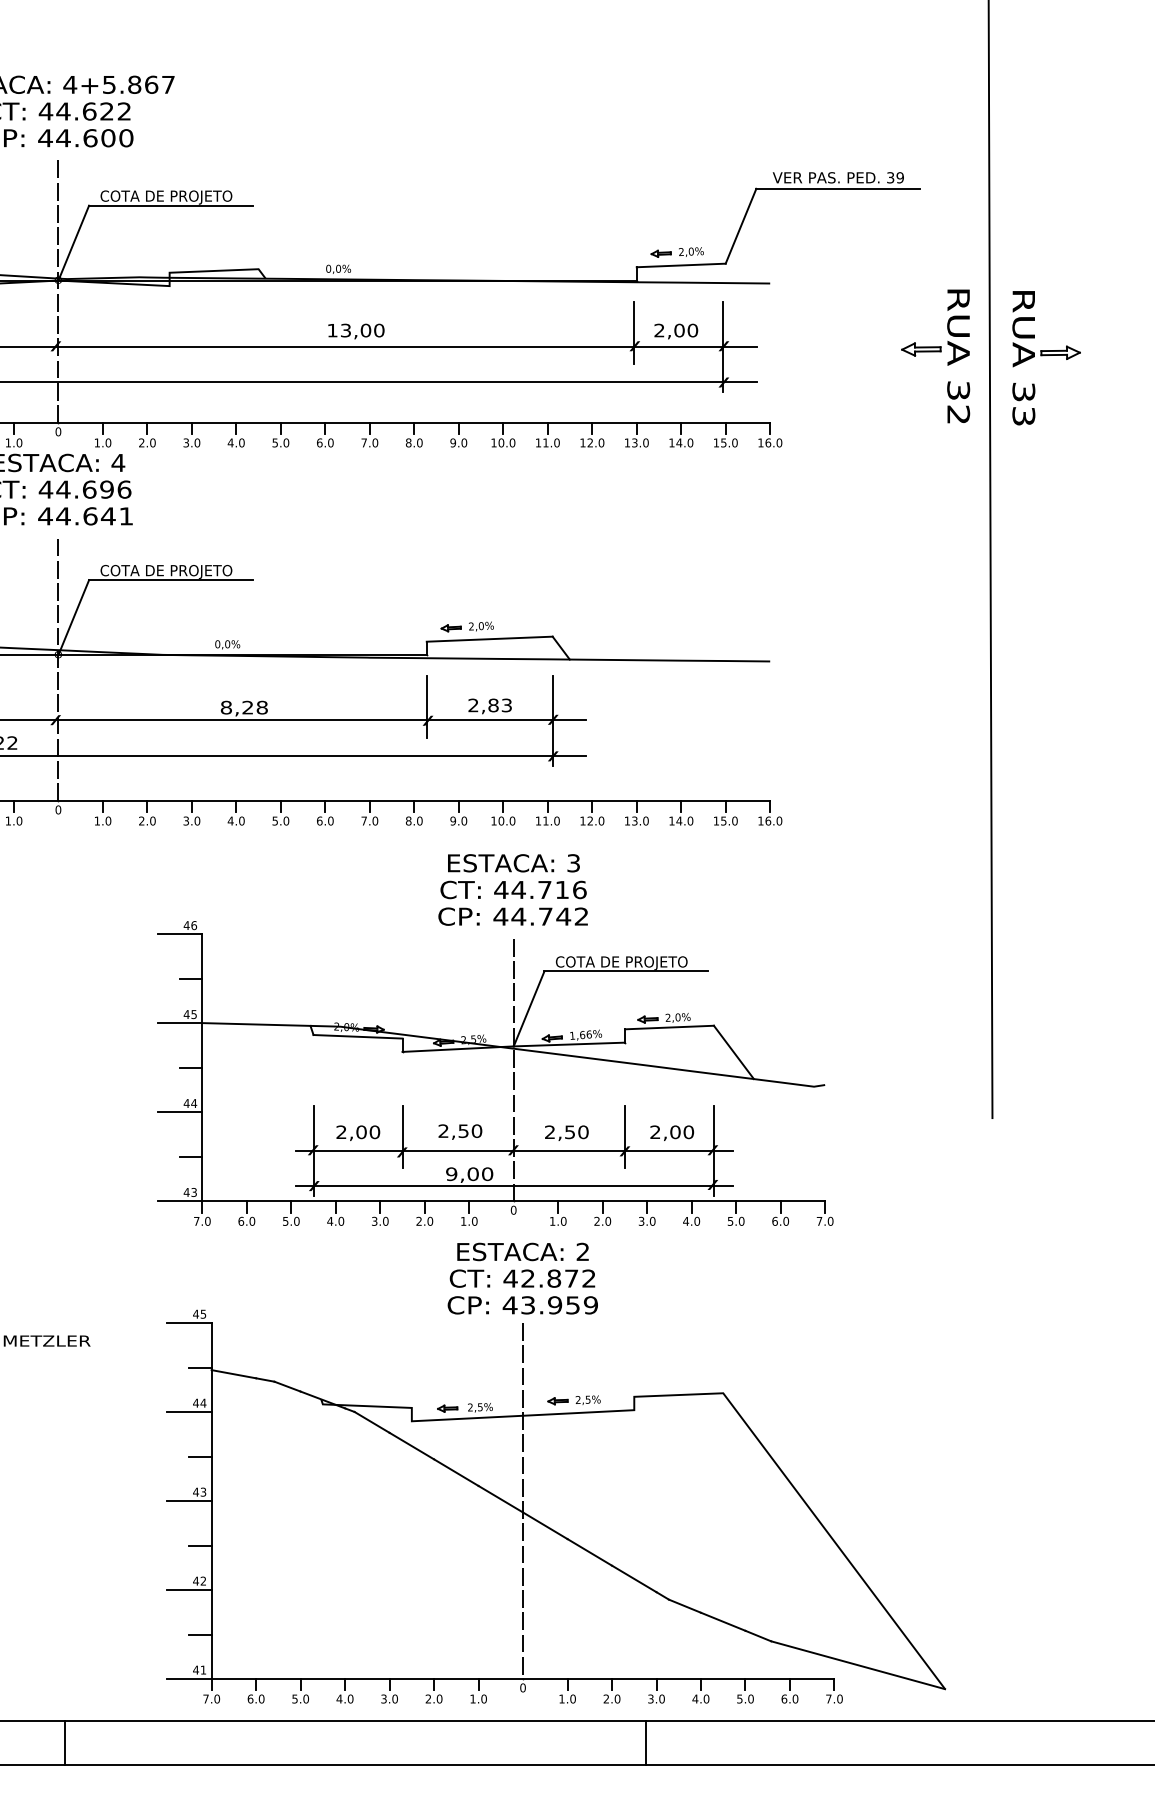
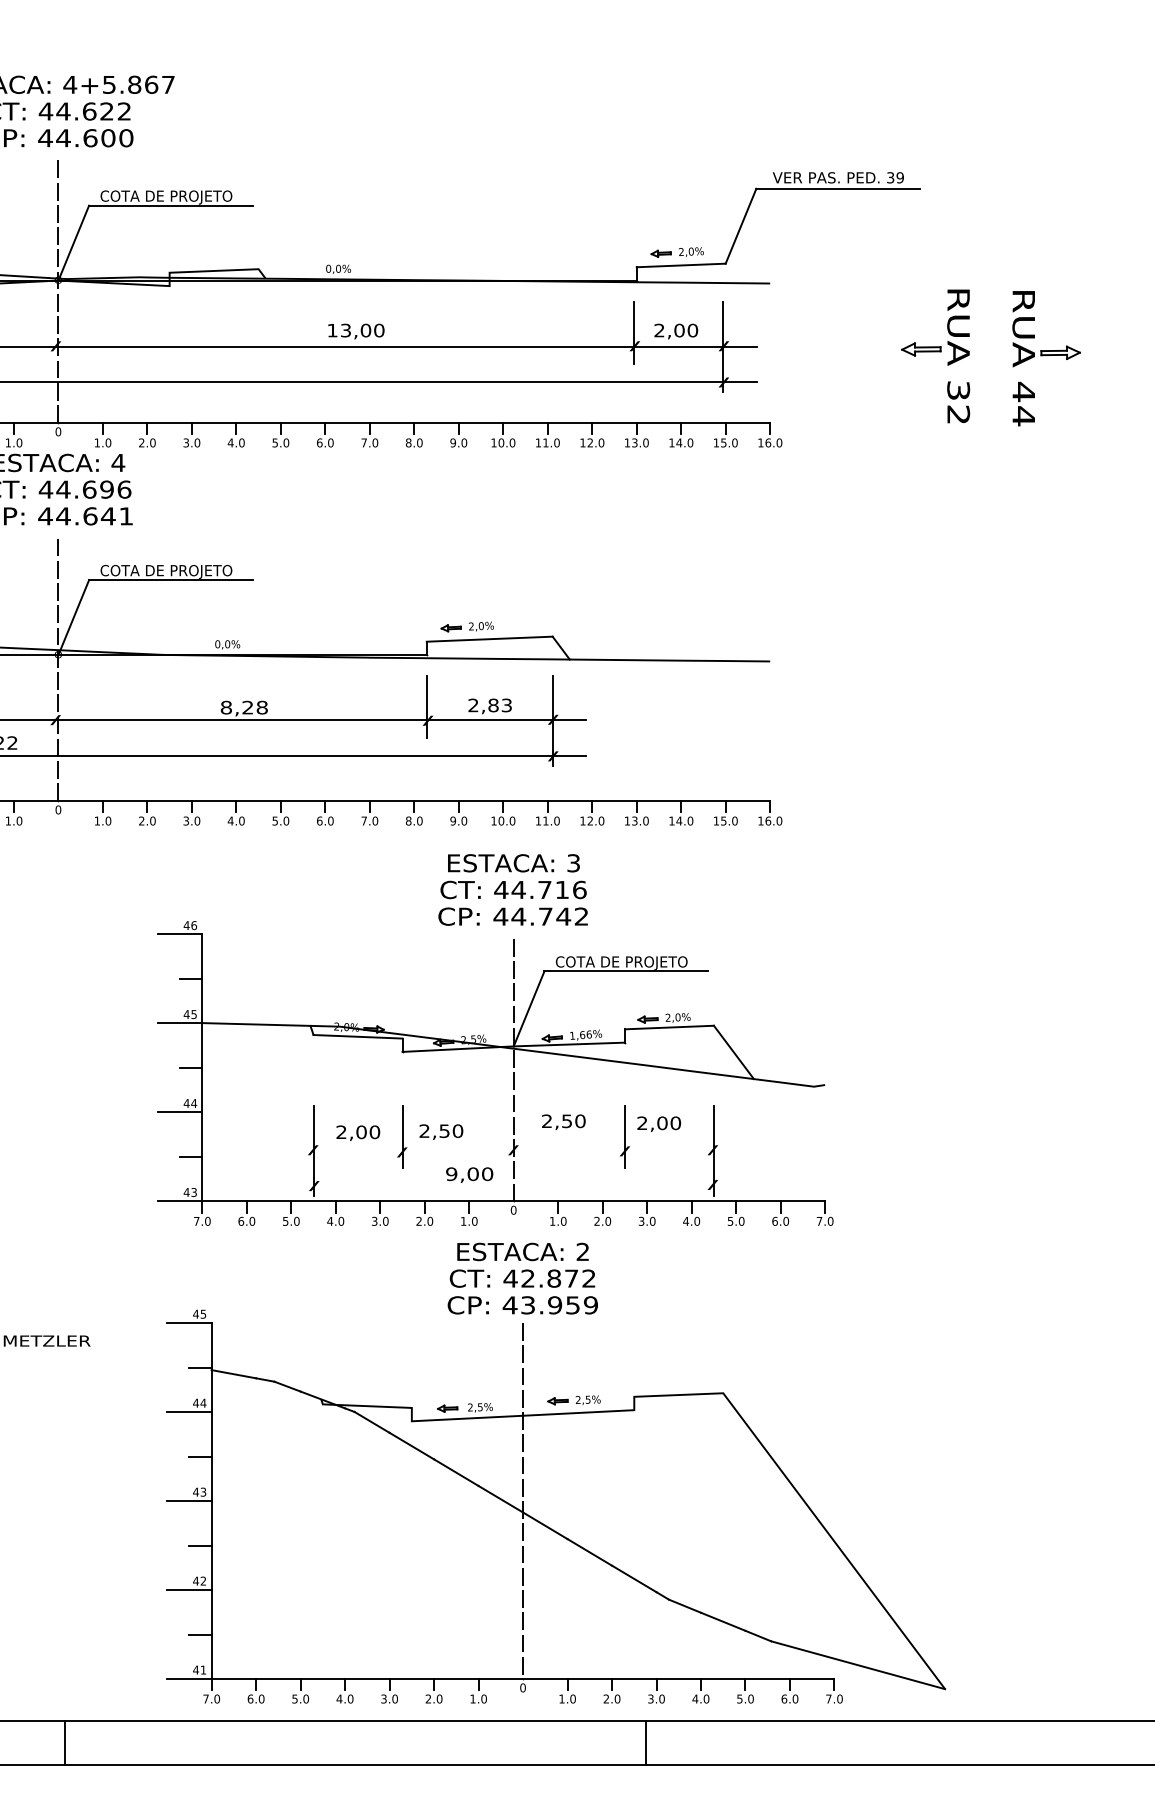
text at (1023, 403): 33 -> 44
line at (990, 560): present -> none
text at (460, 1131) position: (460, 1131) -> (441, 1131)
text at (566, 1132) position: (566, 1132) -> (563, 1121)
text at (672, 1132) position: (672, 1132) -> (659, 1123)
line at (513, 1150): present -> none
line at (513, 1186): present -> none
